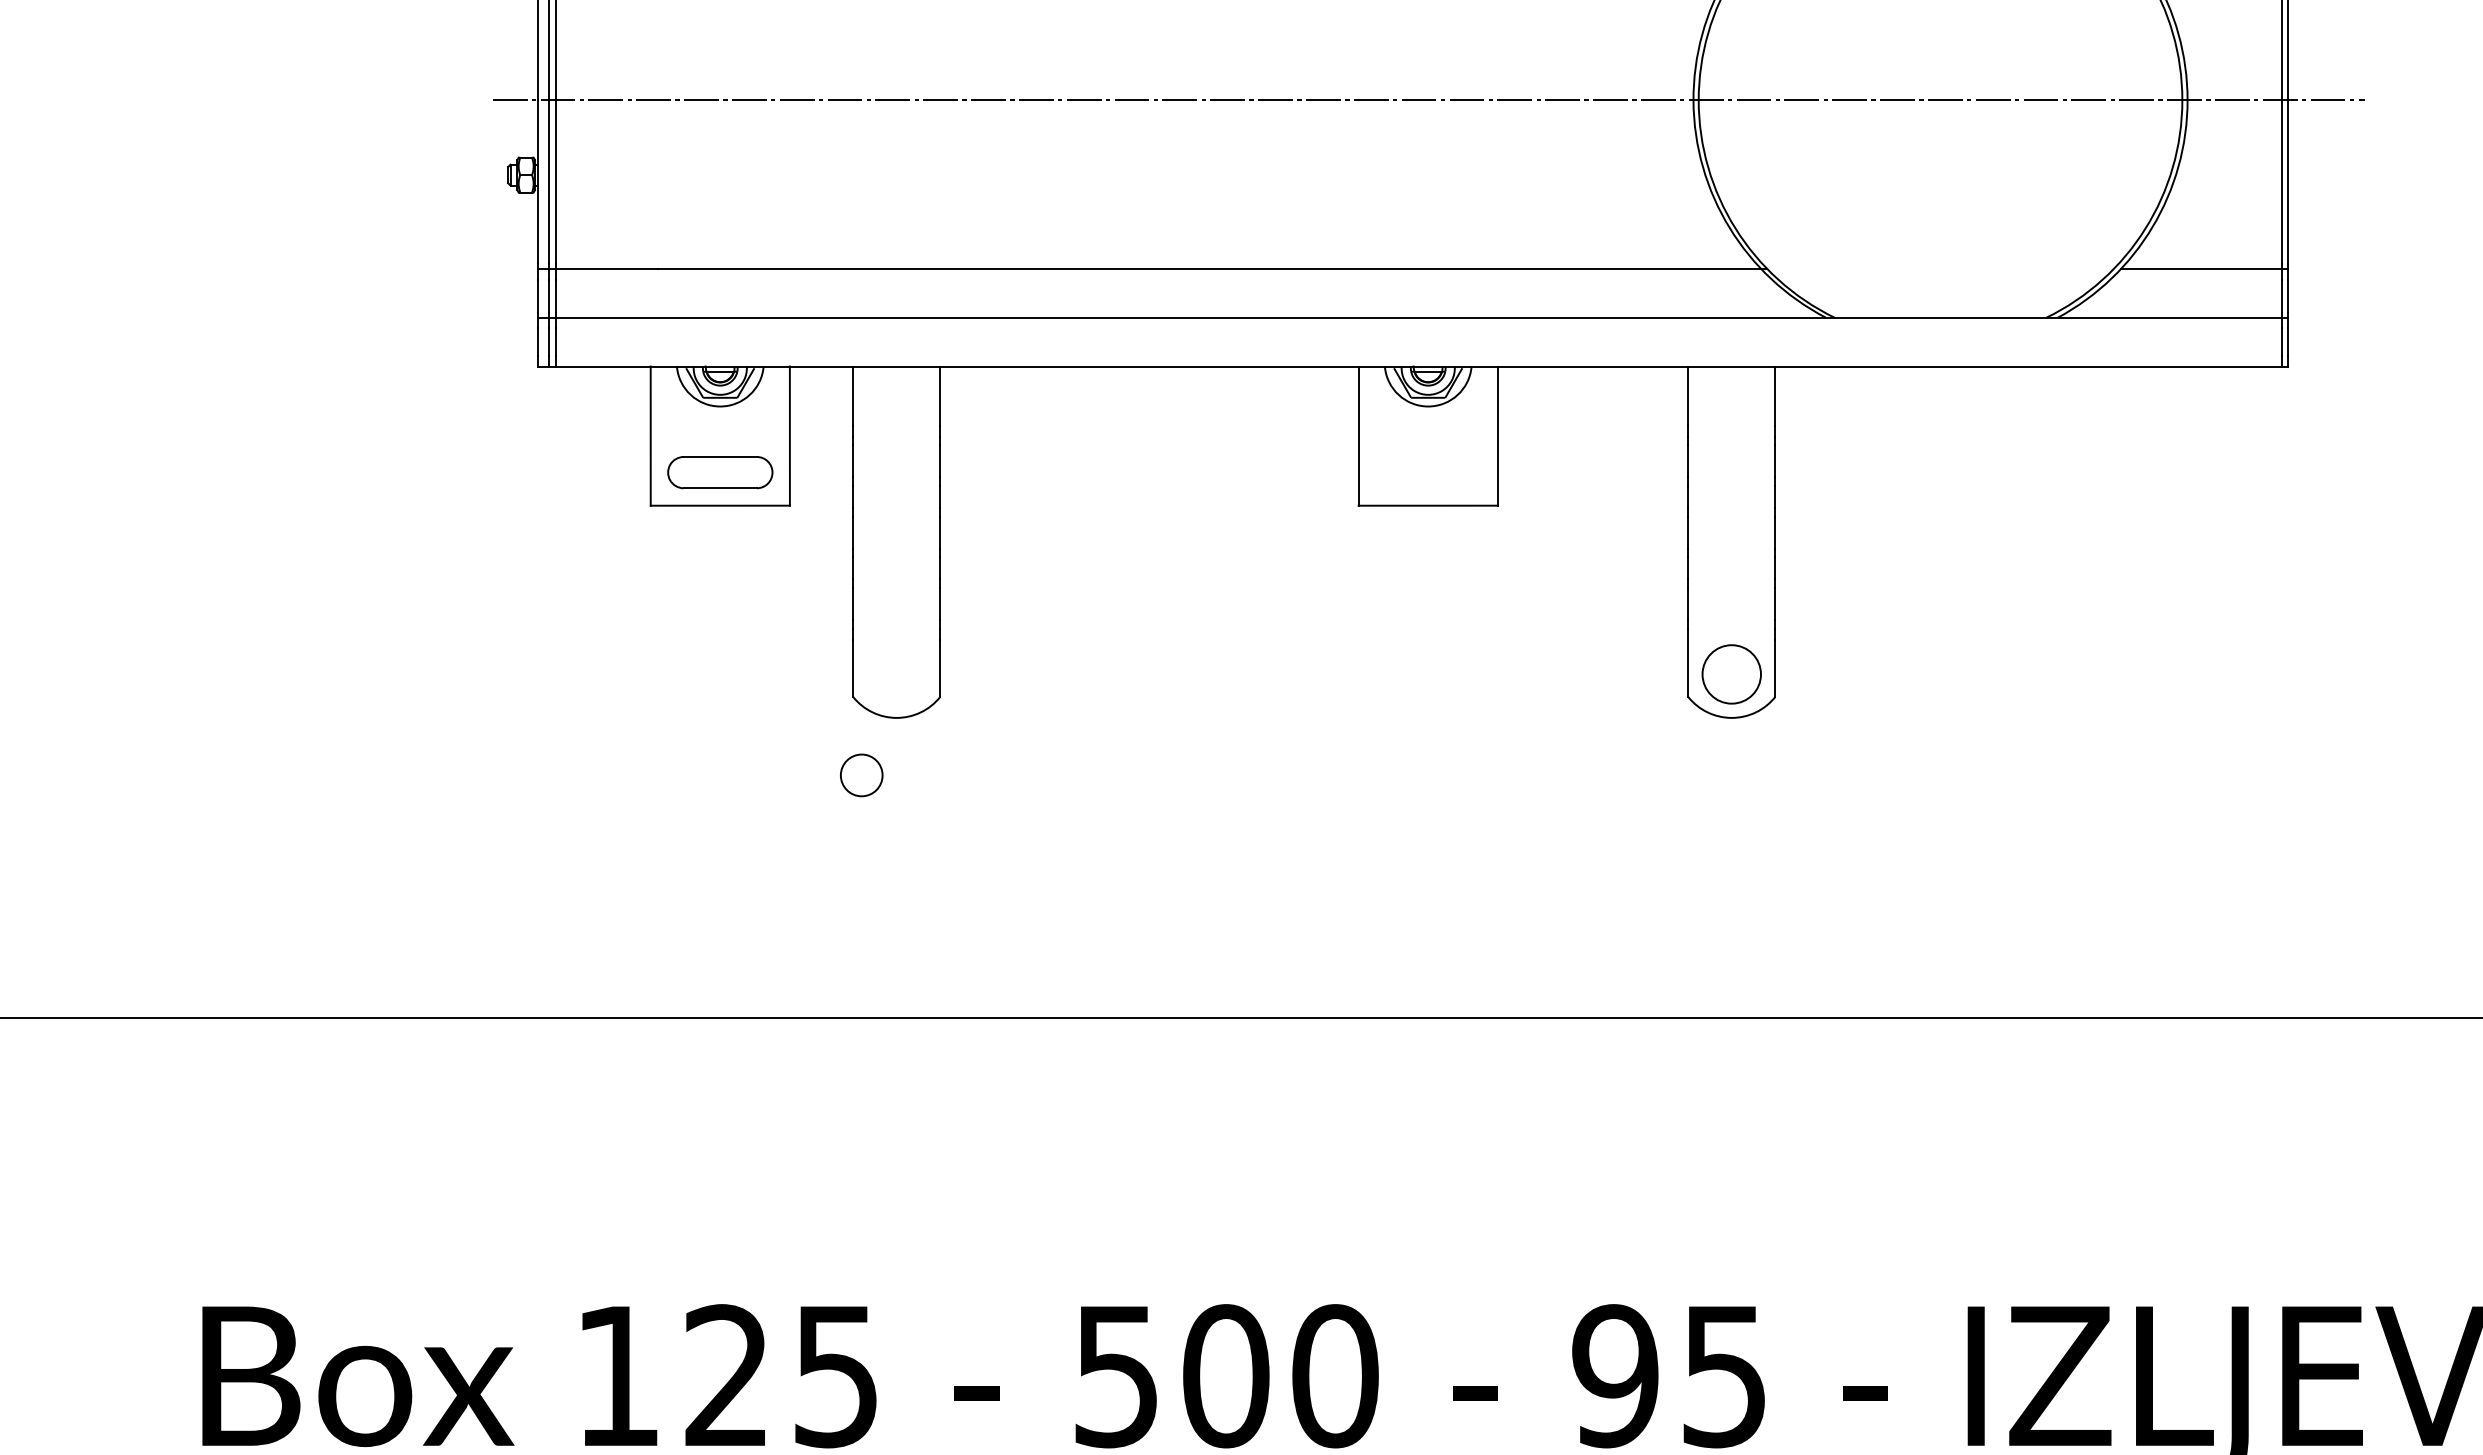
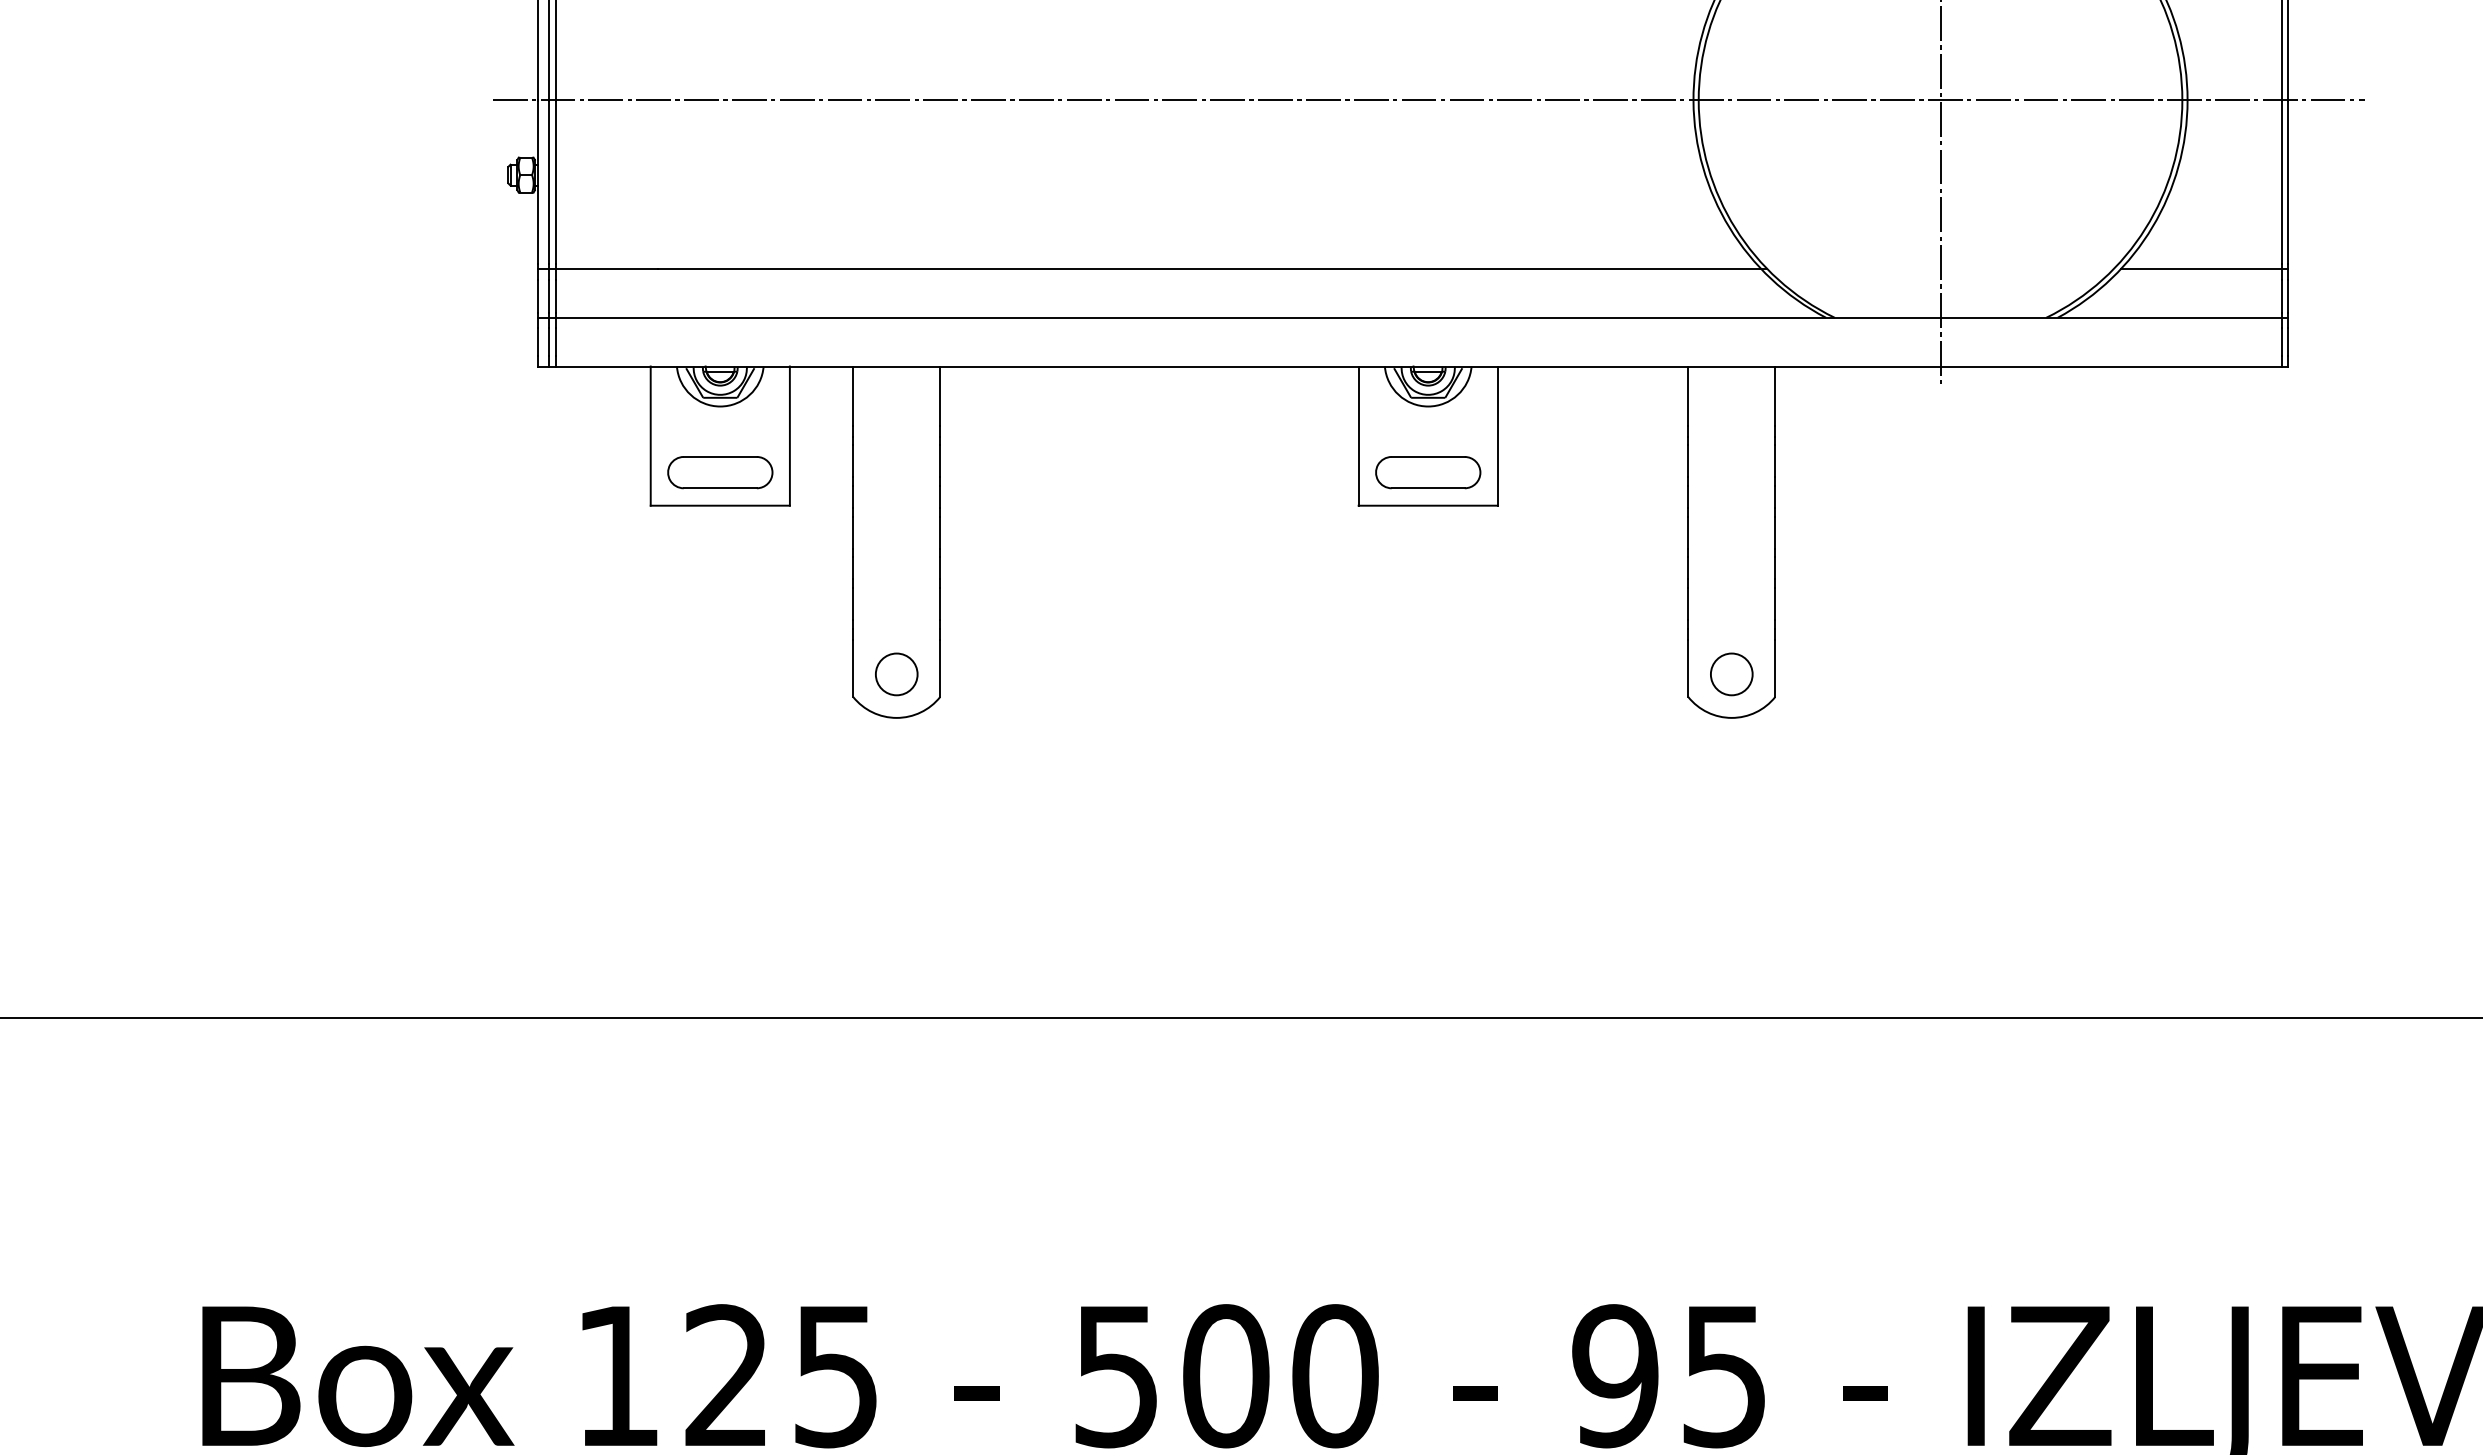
line at (1940, 193): none -> present
part at (1428, 472): none -> present
circle at (1731, 674) diameter: 58 px -> 42 px
circle at (861, 775) position: (861, 775) -> (896, 674)
